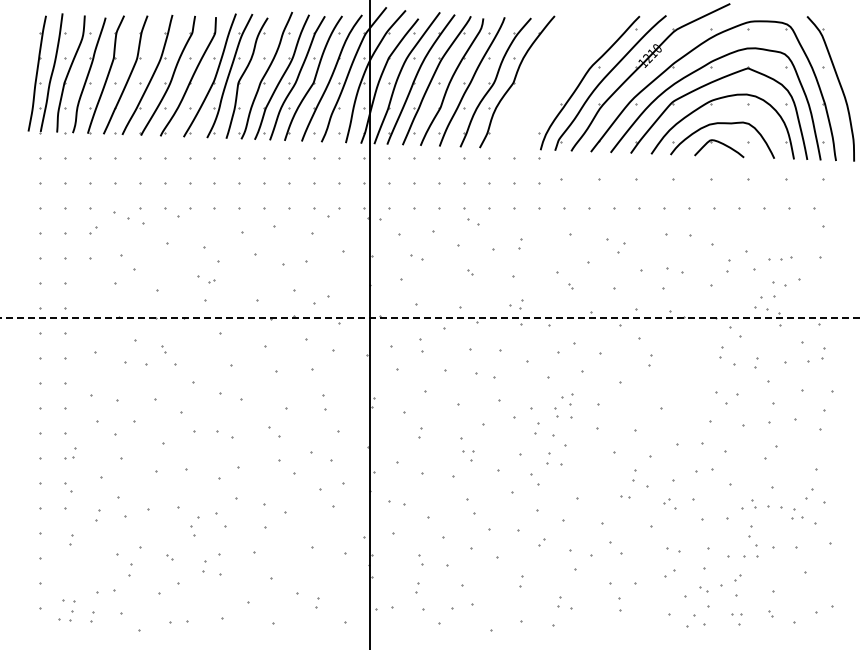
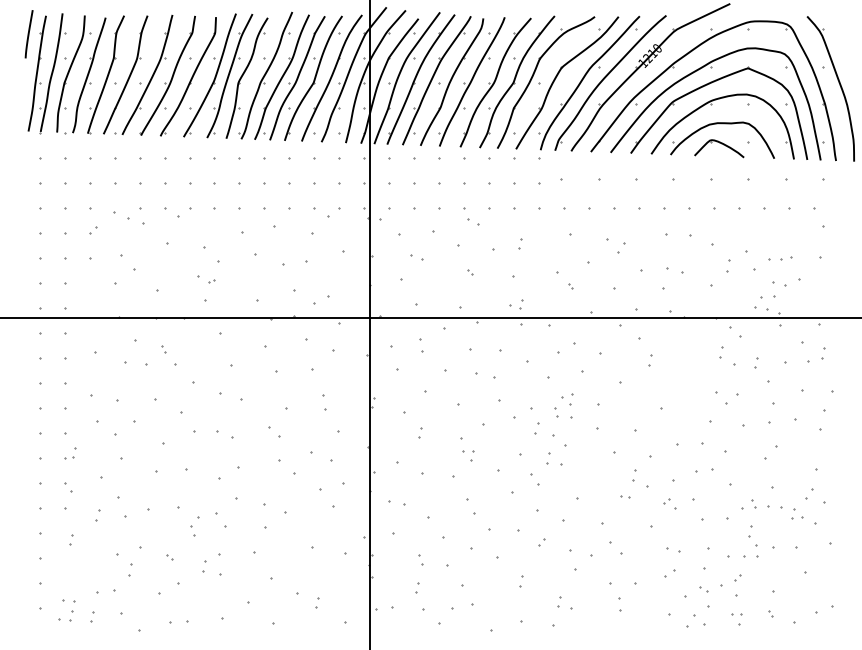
line at (28, 34): none -> present
part at (558, 82): none -> present
line at (431, 318): dashed -> solid
